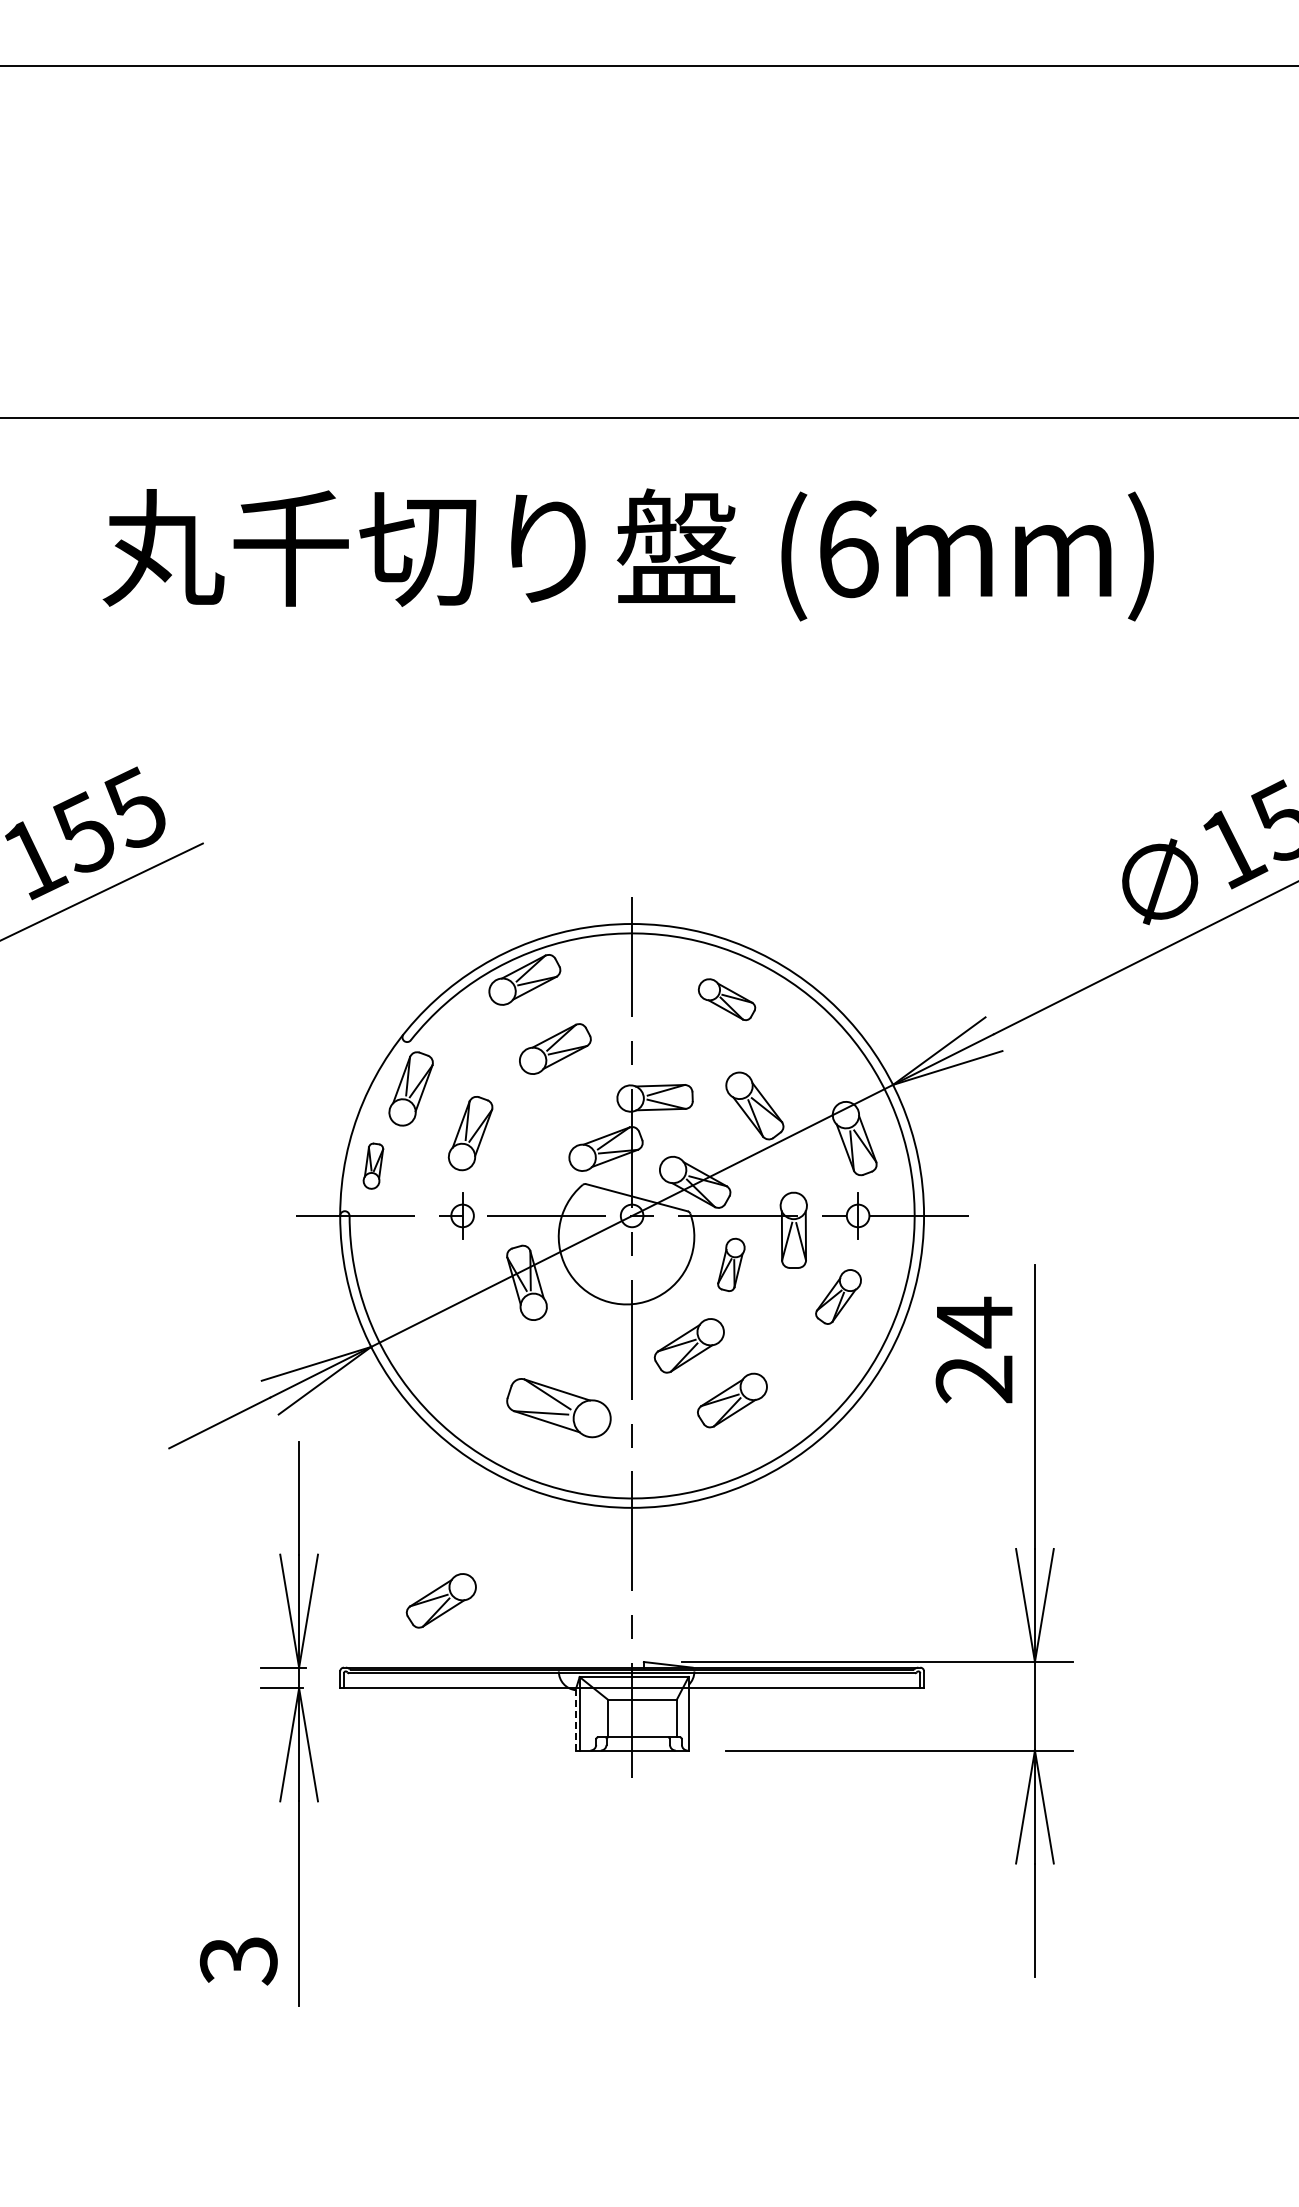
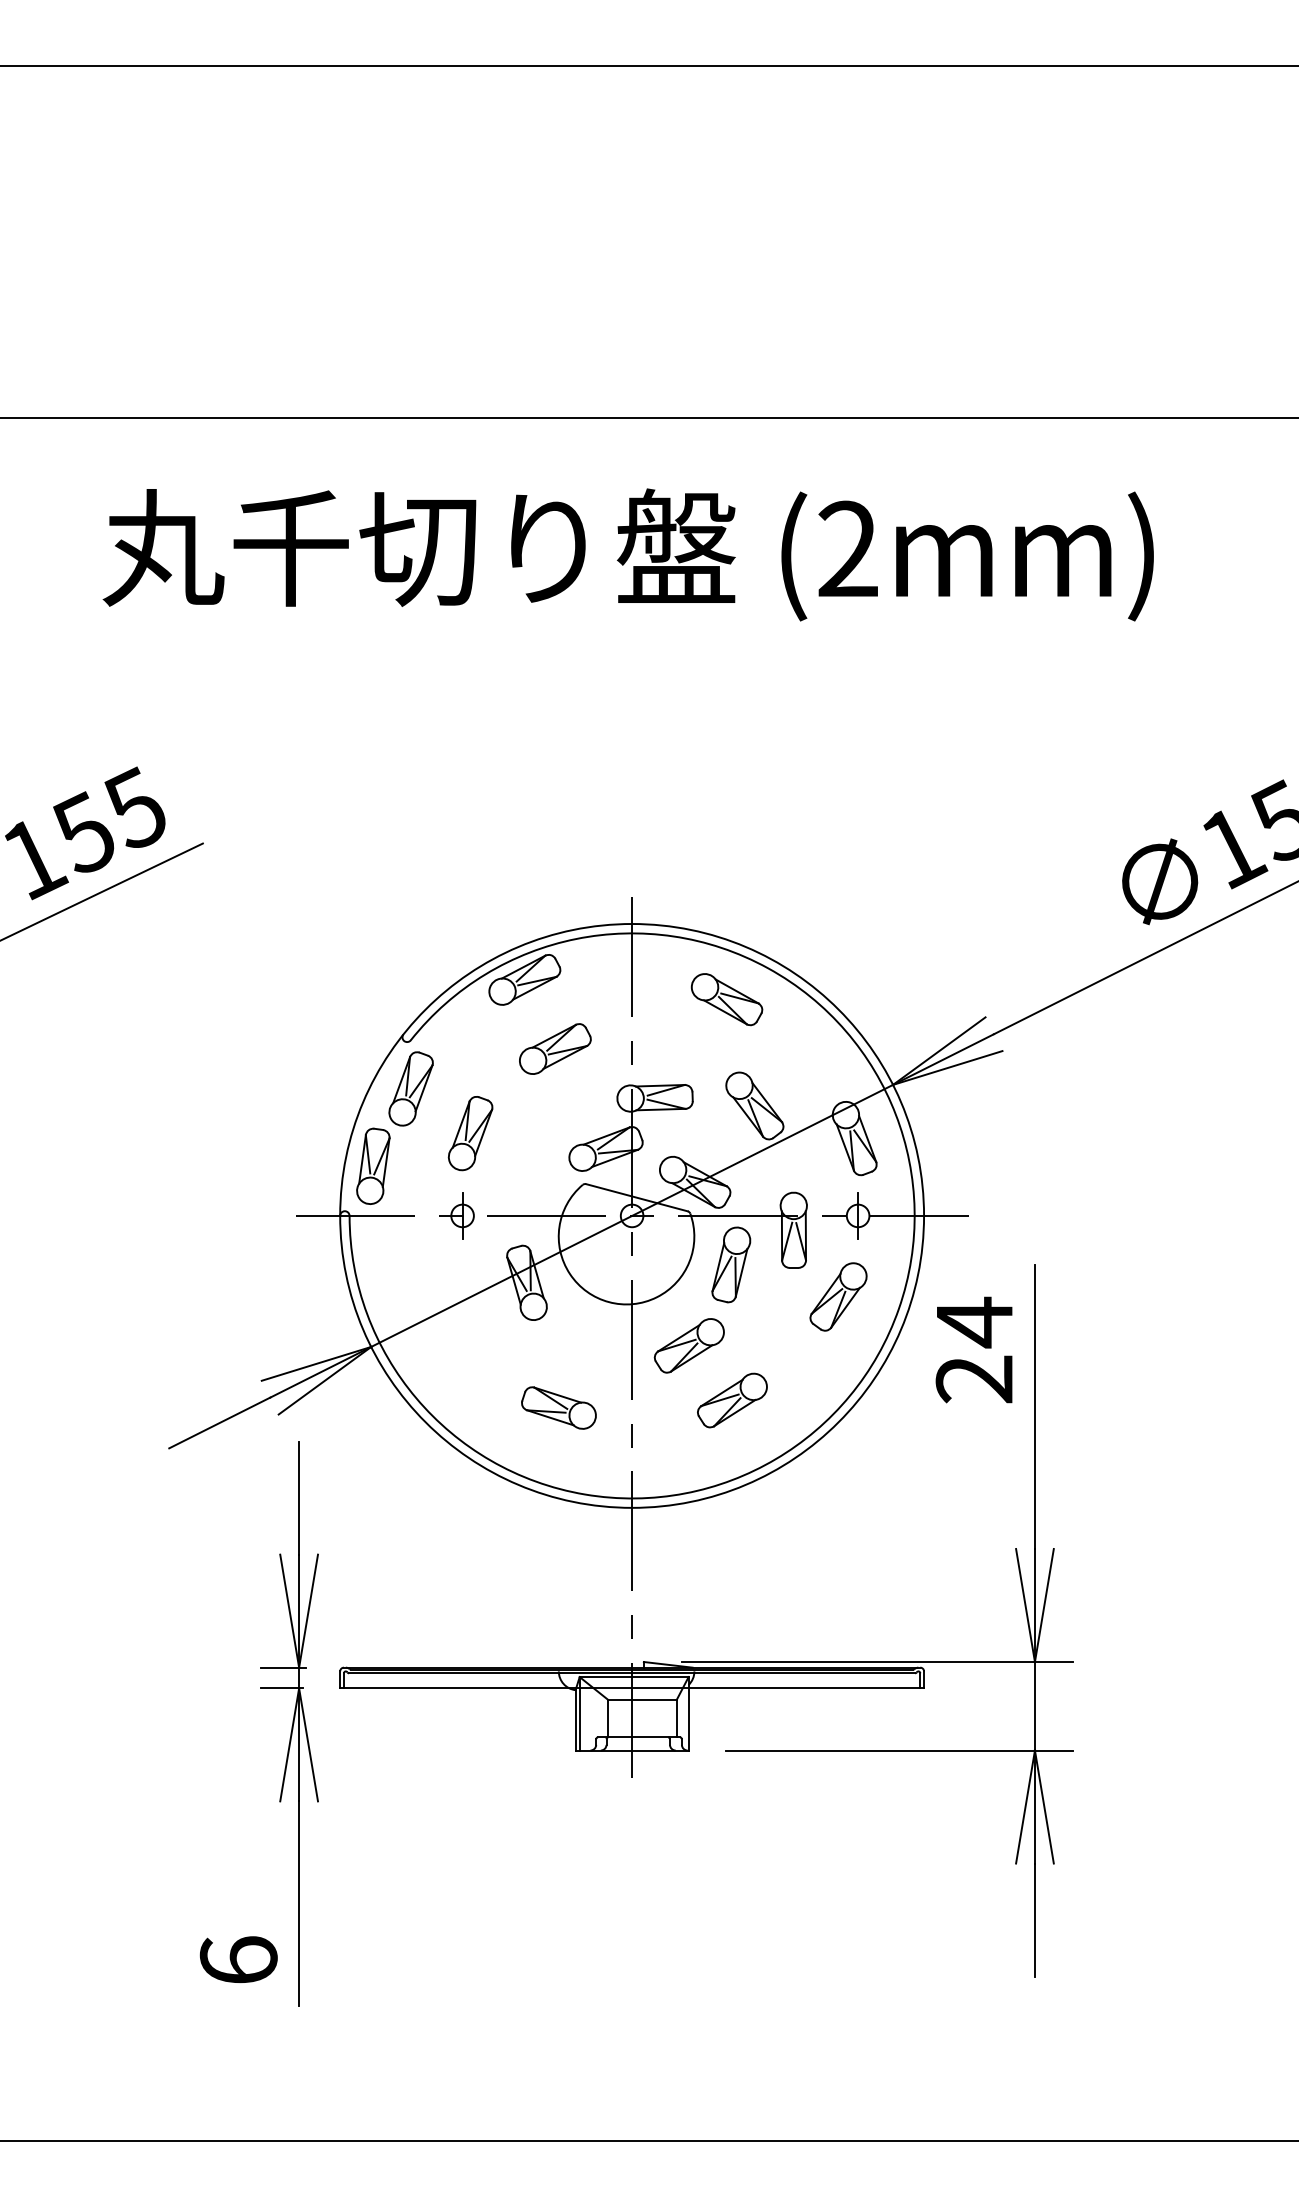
text at (848, 549): (6mm) -> (2mm)
part at (726, 999) size: 60x44 px -> 74x54 px
part at (373, 1165) size: 23x48 px -> 35x78 px
part at (731, 1264) size: 29x55 px -> 41x78 px
part at (838, 1296) size: 47x56 px -> 59x70 px
part at (558, 1408) size: 106x61 px -> 76x44 px
part at (440, 1600): present -> none
line at (575, 1719): dashed -> solid
text at (238, 1960): 3 -> 6
line at (648, 2140): none -> present
